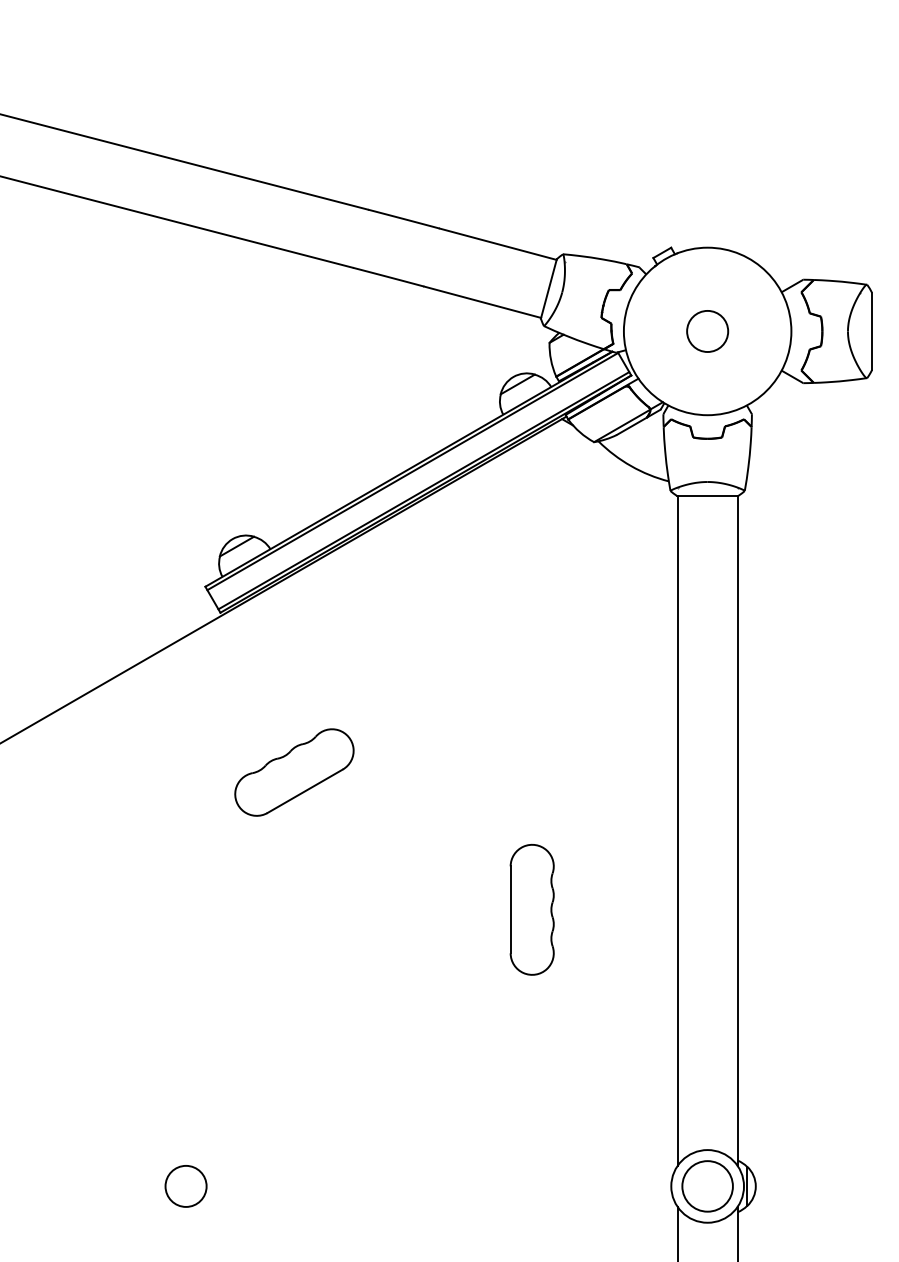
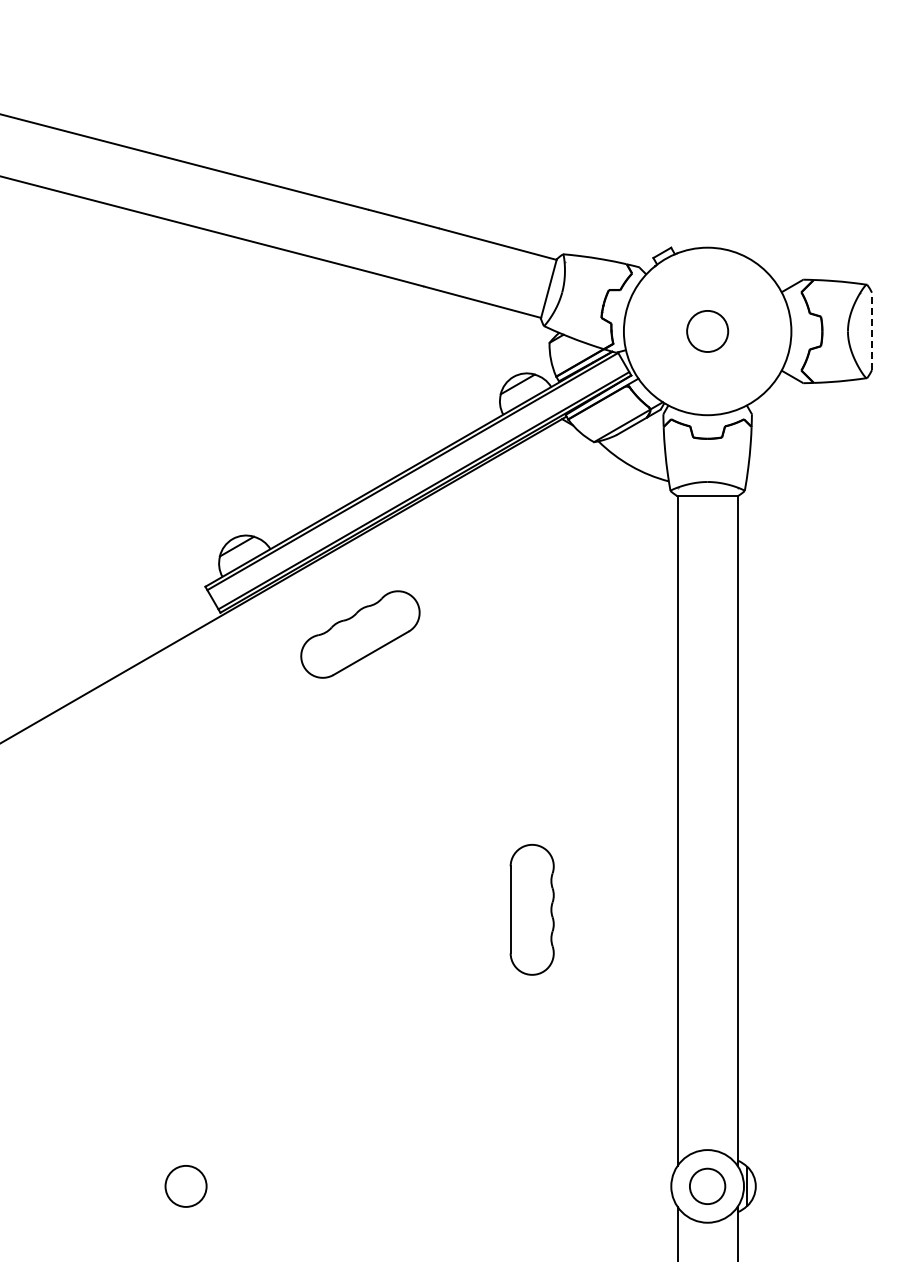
line at (872, 331): solid -> dashed
part at (294, 772) position: (294, 772) -> (360, 634)
circle at (707, 1186) size: 53x53 px -> 38x38 px
